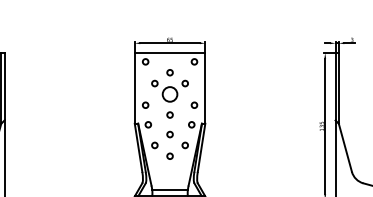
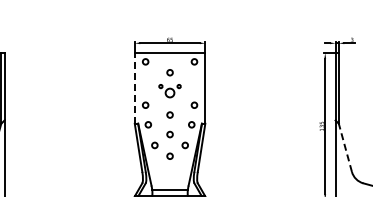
line at (134, 87): solid -> dashed
part at (169, 90) size: 38x24 px -> 24x15 px
line at (345, 147): solid -> dashed
